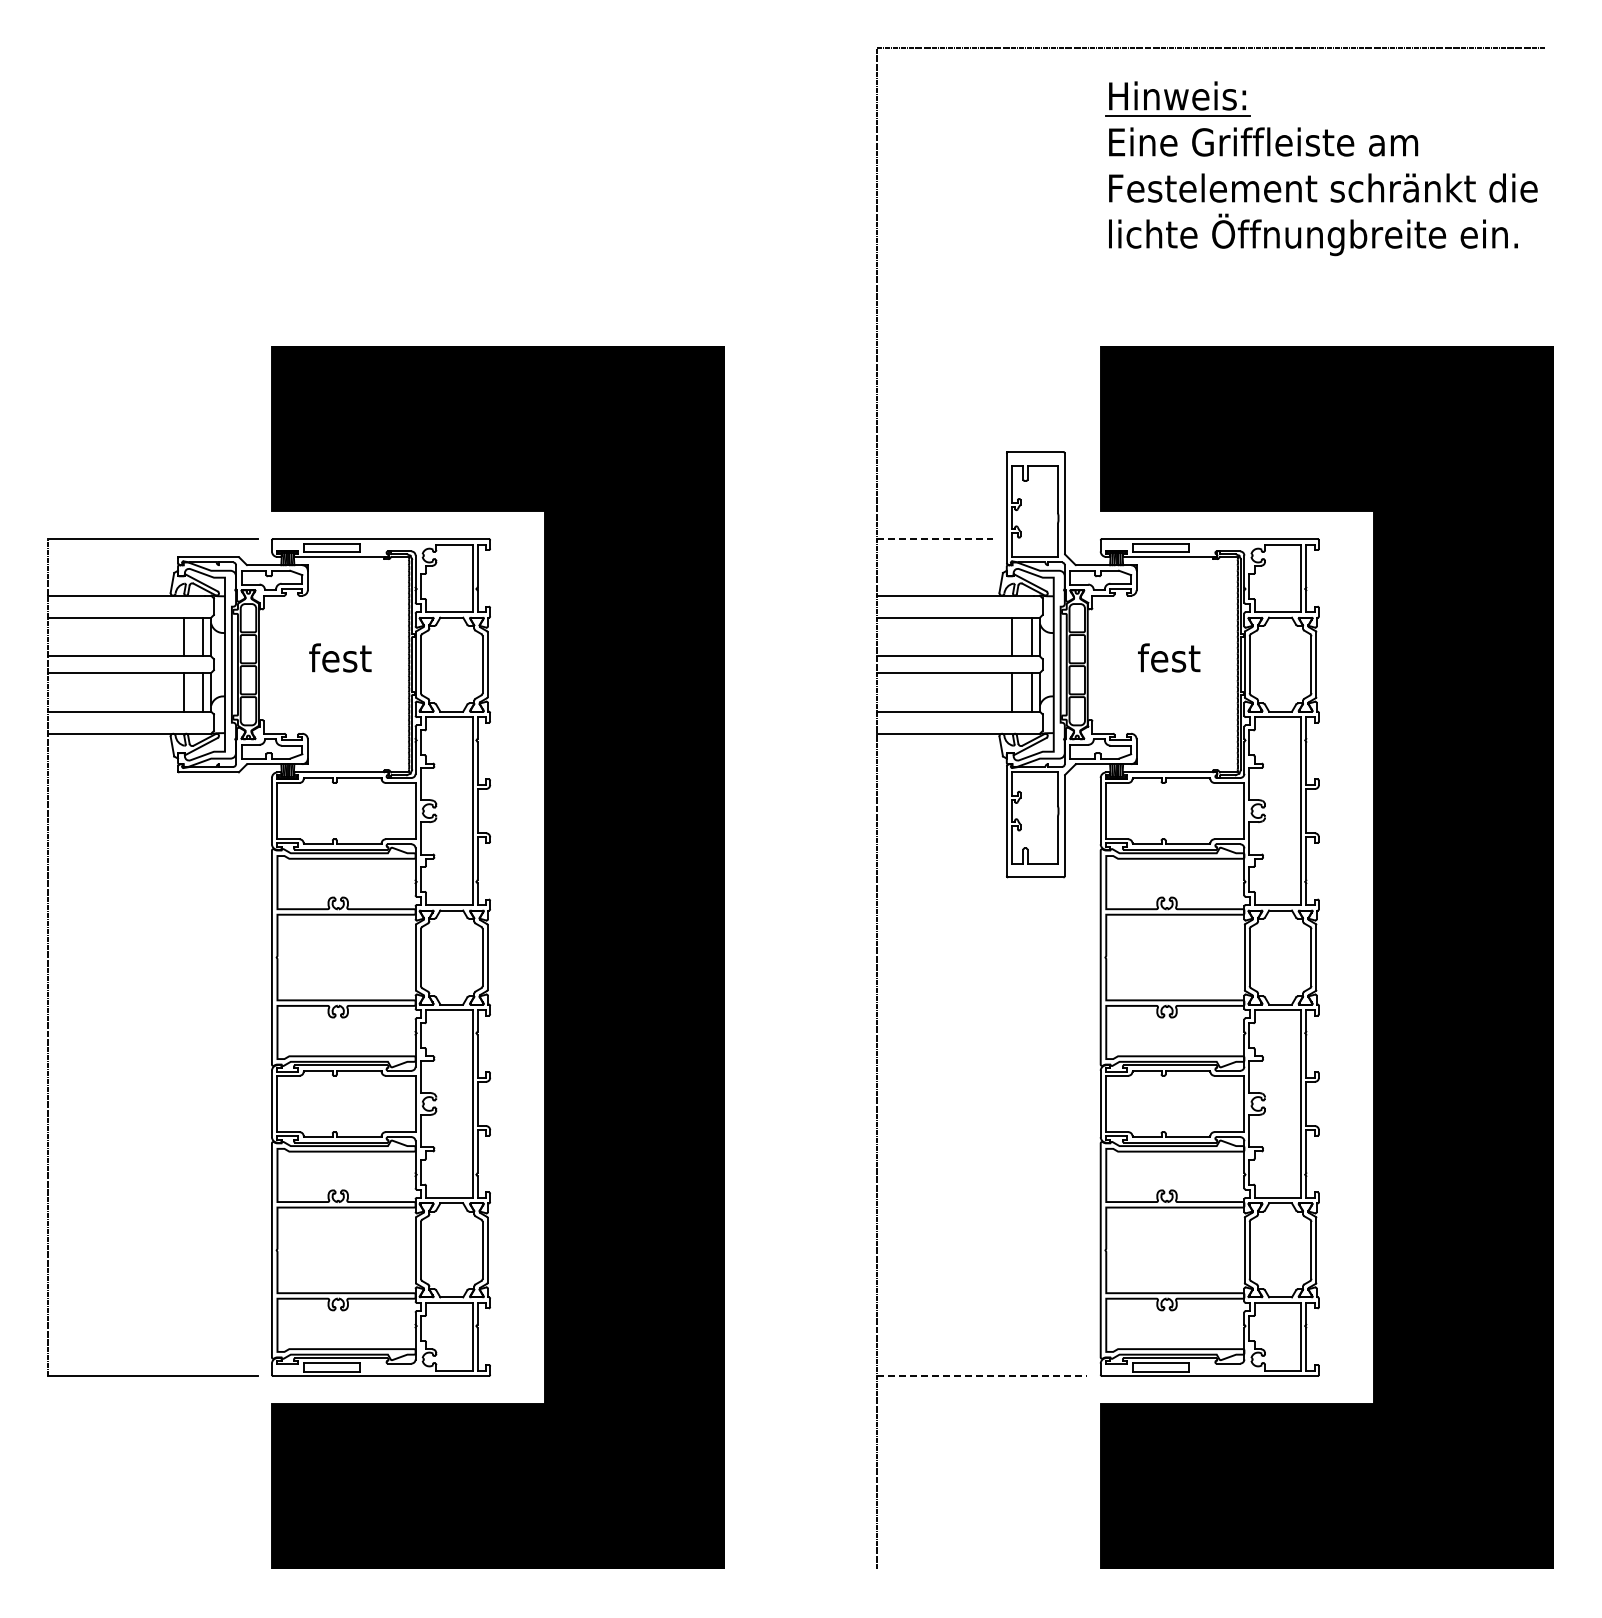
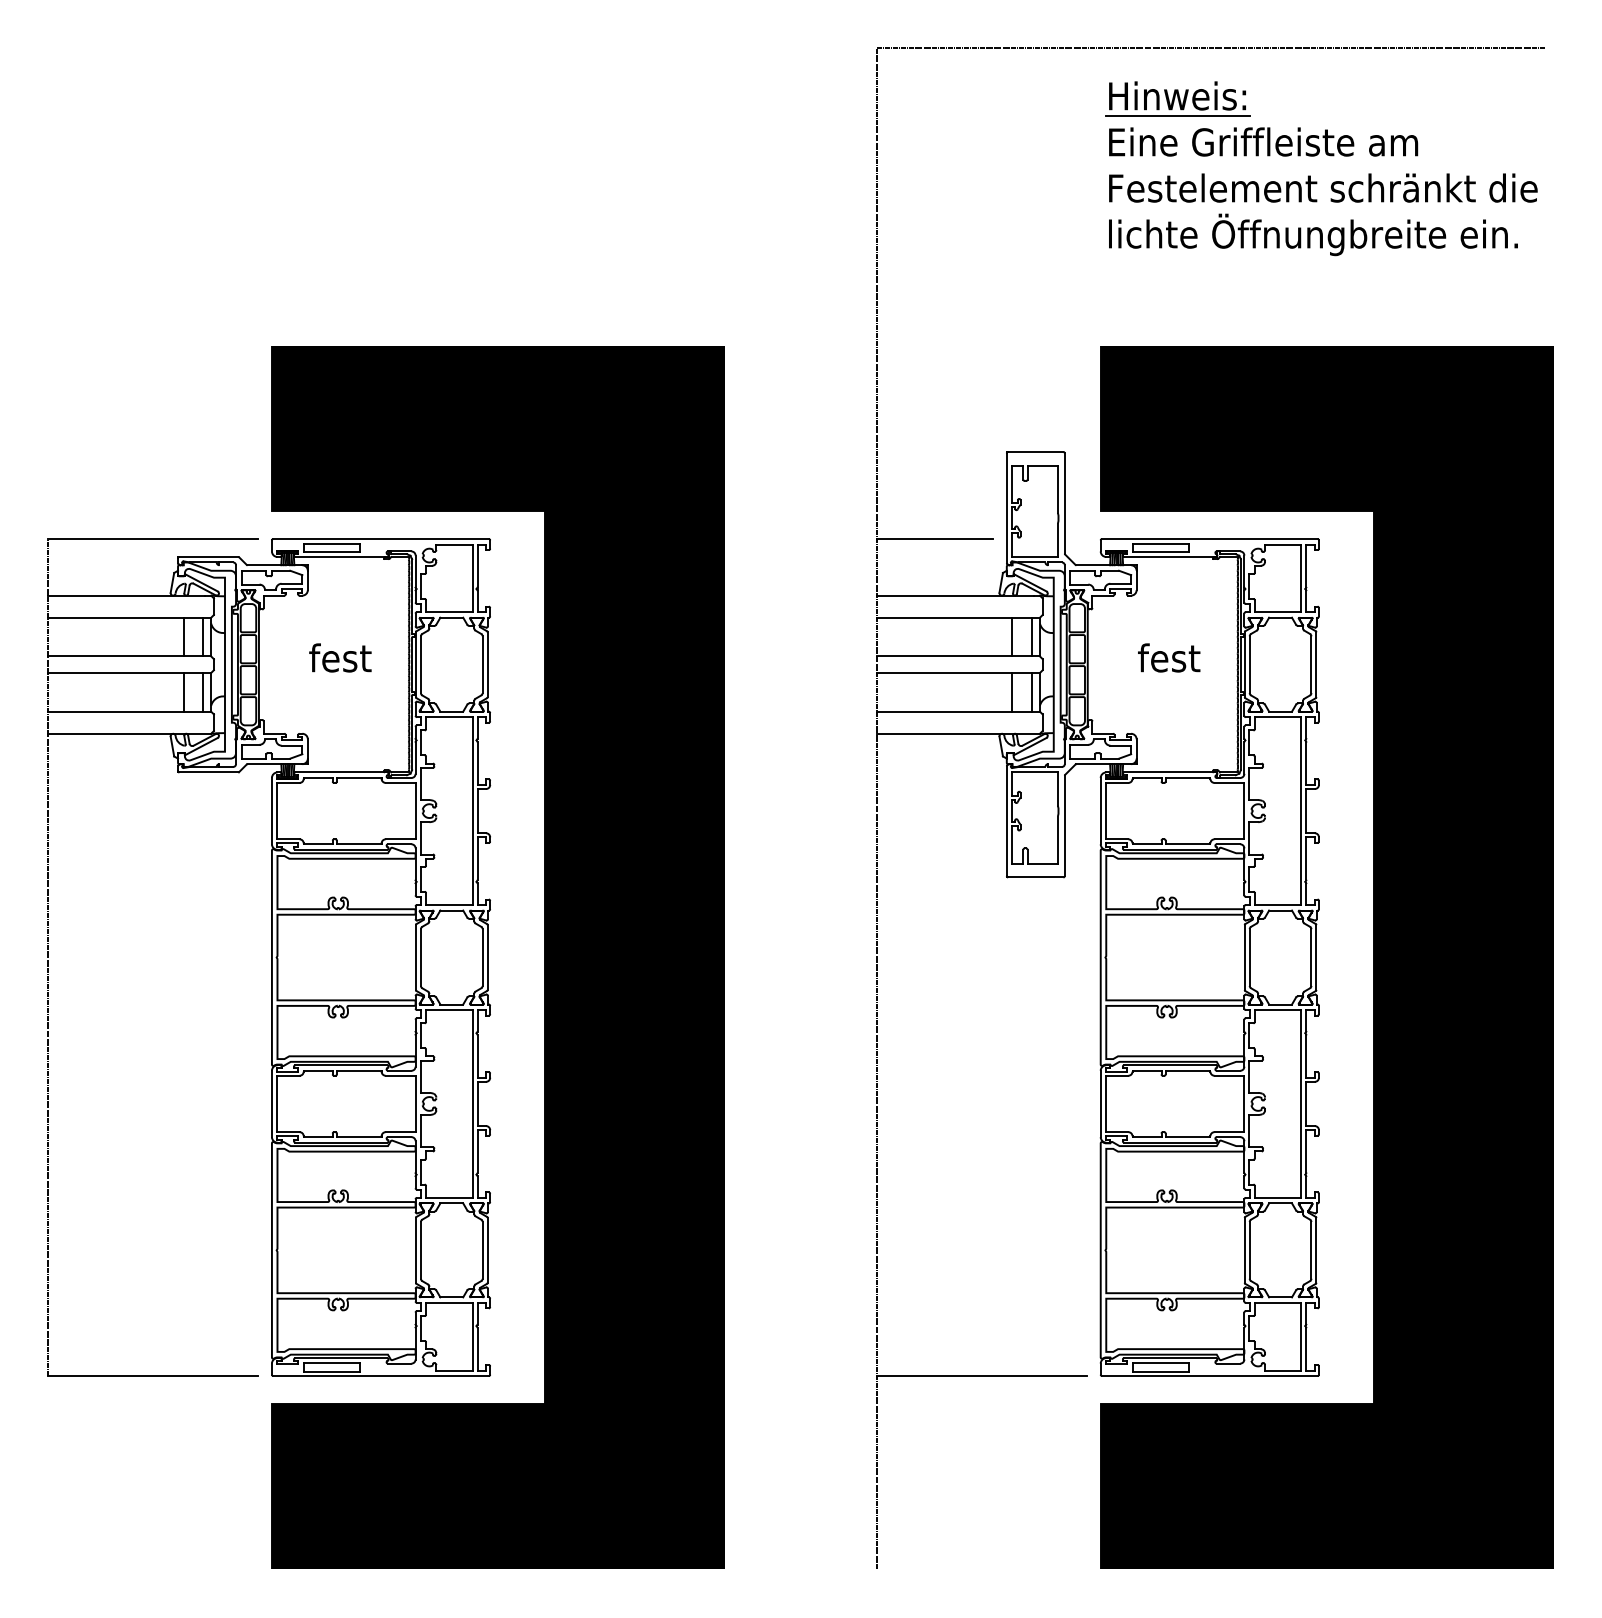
line at (935, 539): dashed -> solid
line at (981, 1376): dashed -> solid
